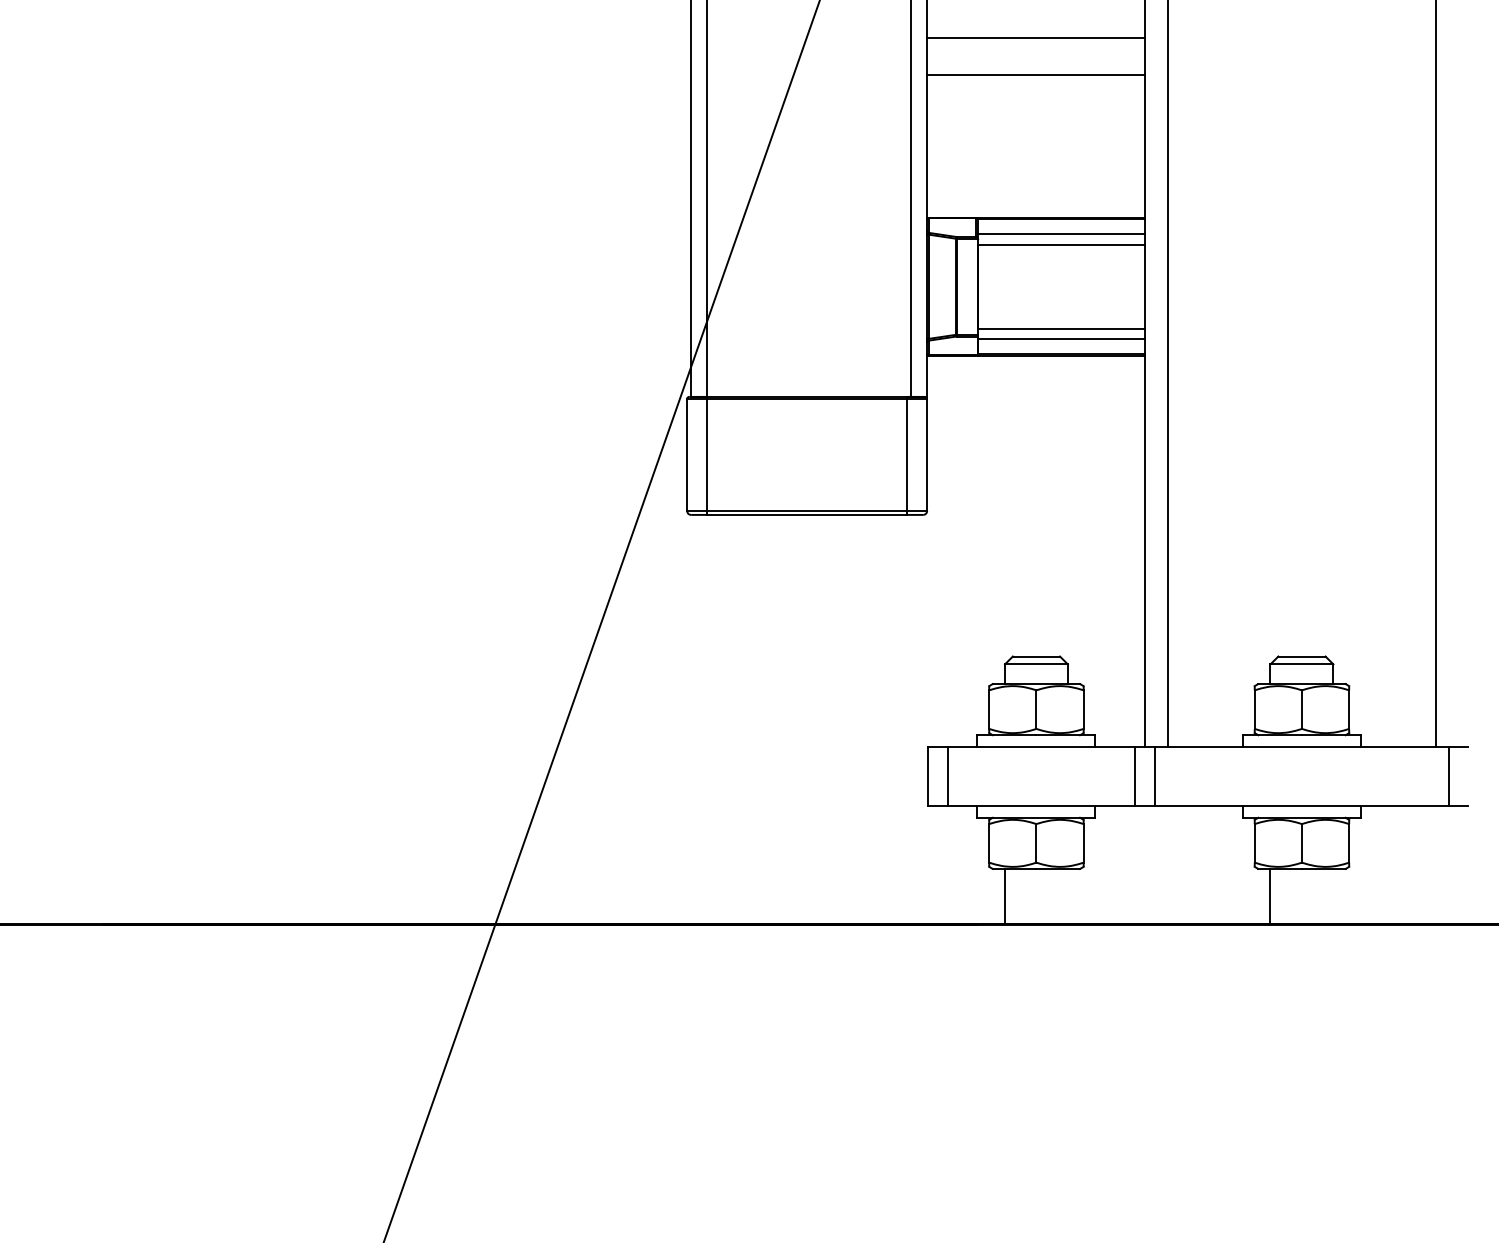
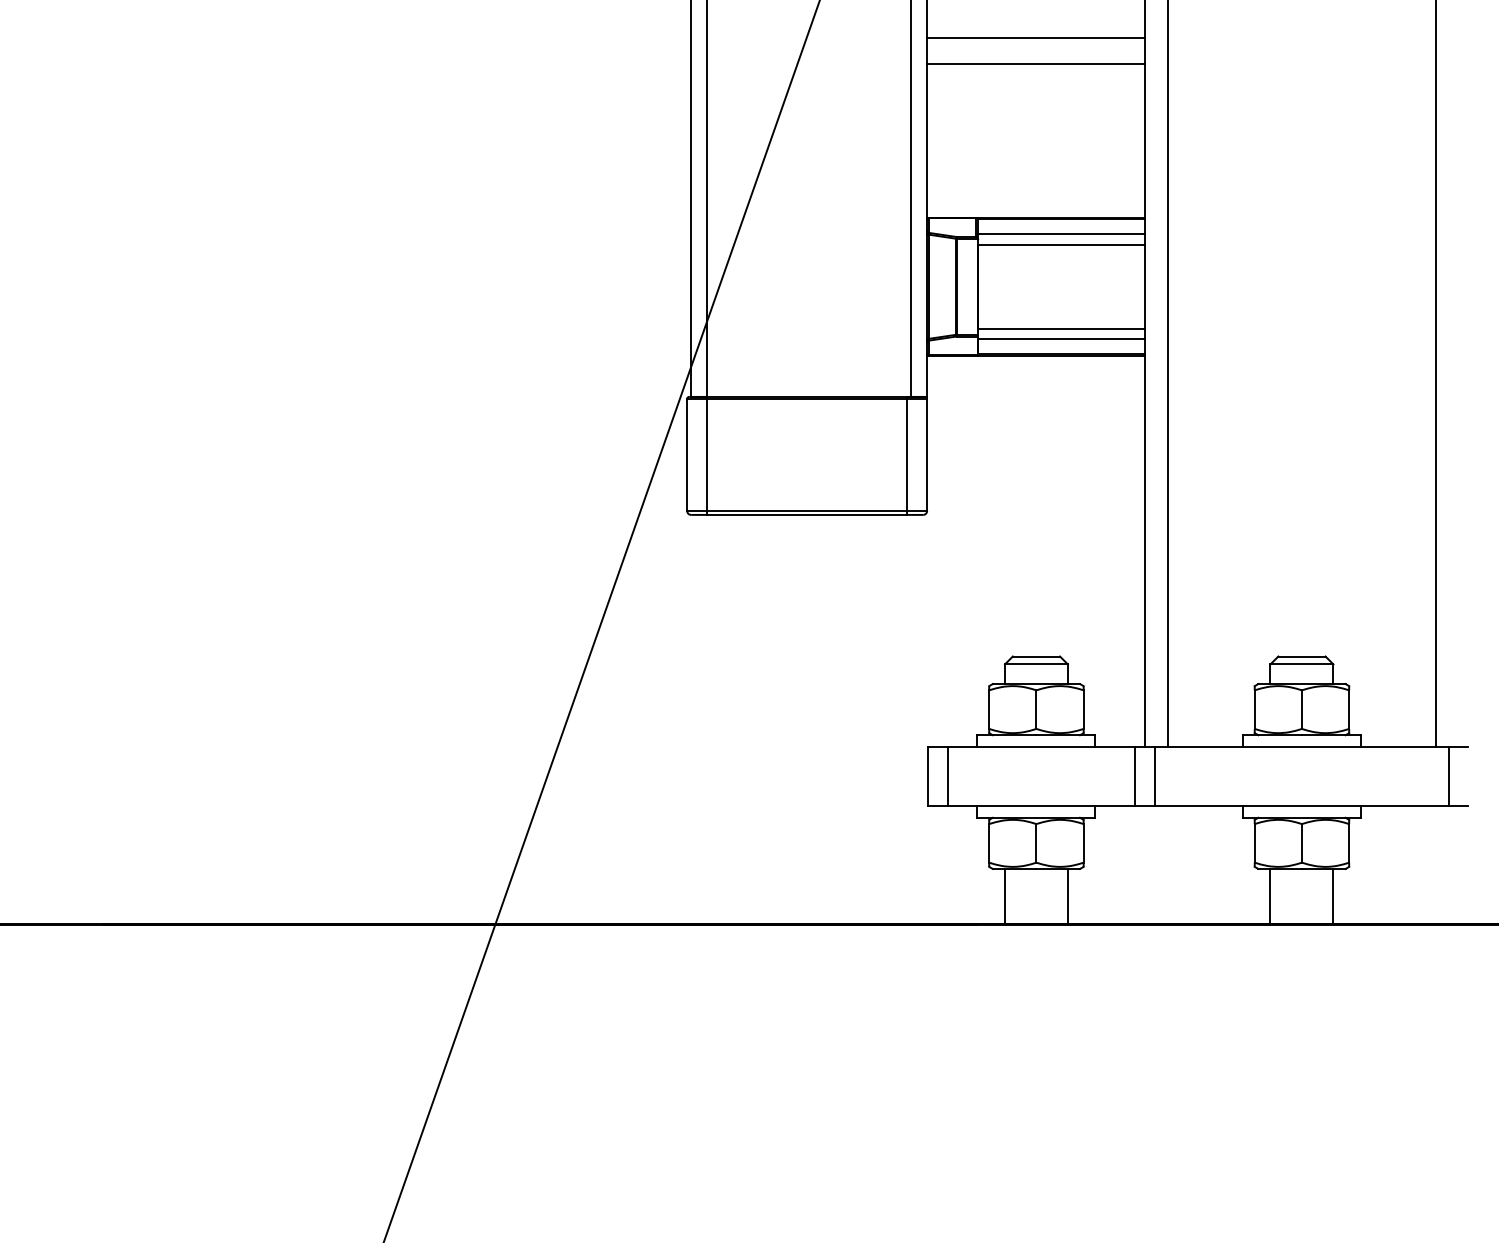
line at (1035, 74) position: (1035, 74) -> (1035, 63)
line at (1067, 896): none -> present
line at (1333, 896): none -> present
